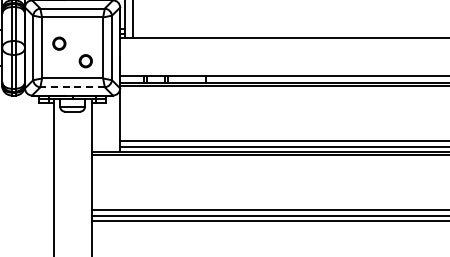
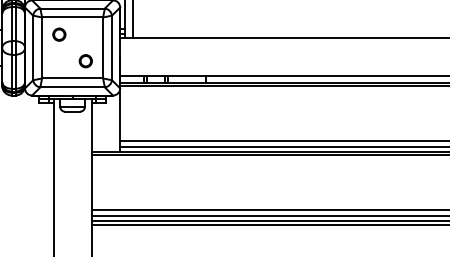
circle at (59, 43) position: (59, 43) -> (59, 34)
line at (72, 87): dashed -> solid
line at (268, 224): none -> present
